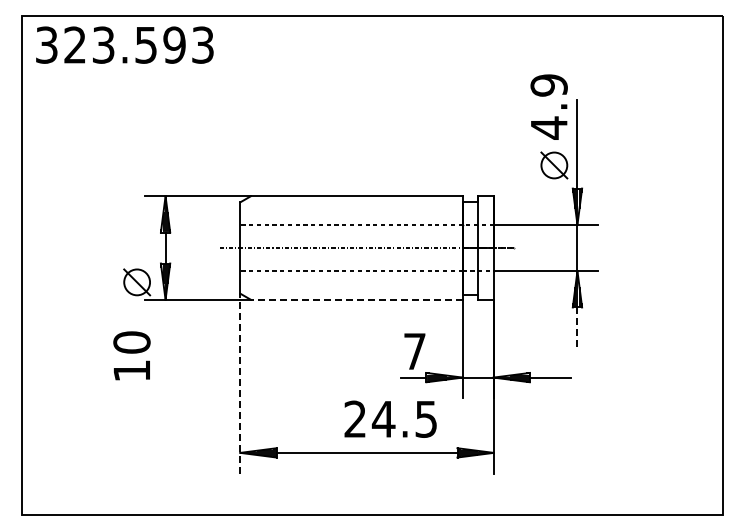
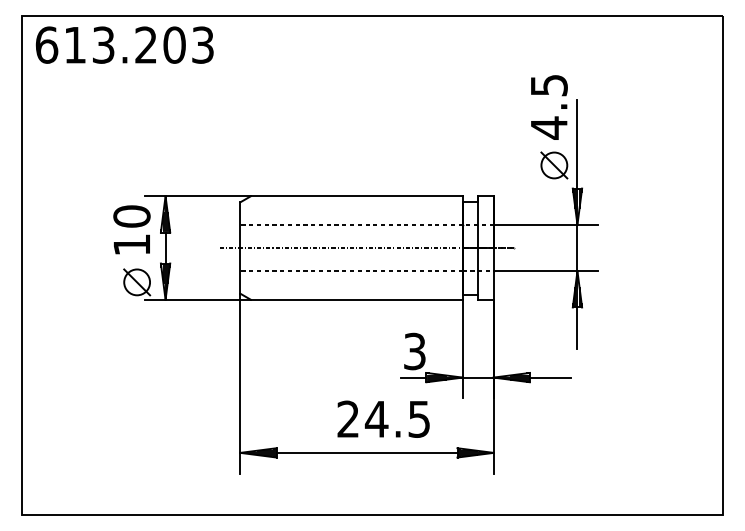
text at (110, 44): 323.593 -> 613.203
text at (548, 85): 4.9 -> 4.5
line at (356, 299): dashed -> solid
line at (577, 328): dashed -> solid
text at (414, 351): 7 -> 3
text at (131, 355) position: (131, 355) -> (131, 229)
line at (240, 383): dashed -> solid
text at (390, 418) position: (390, 418) -> (383, 418)
